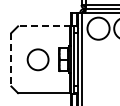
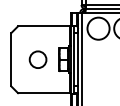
line at (44, 26): dashed -> solid
line at (11, 59): dashed -> solid
circle at (37, 59) size: 24x24 px -> 20x19 px
